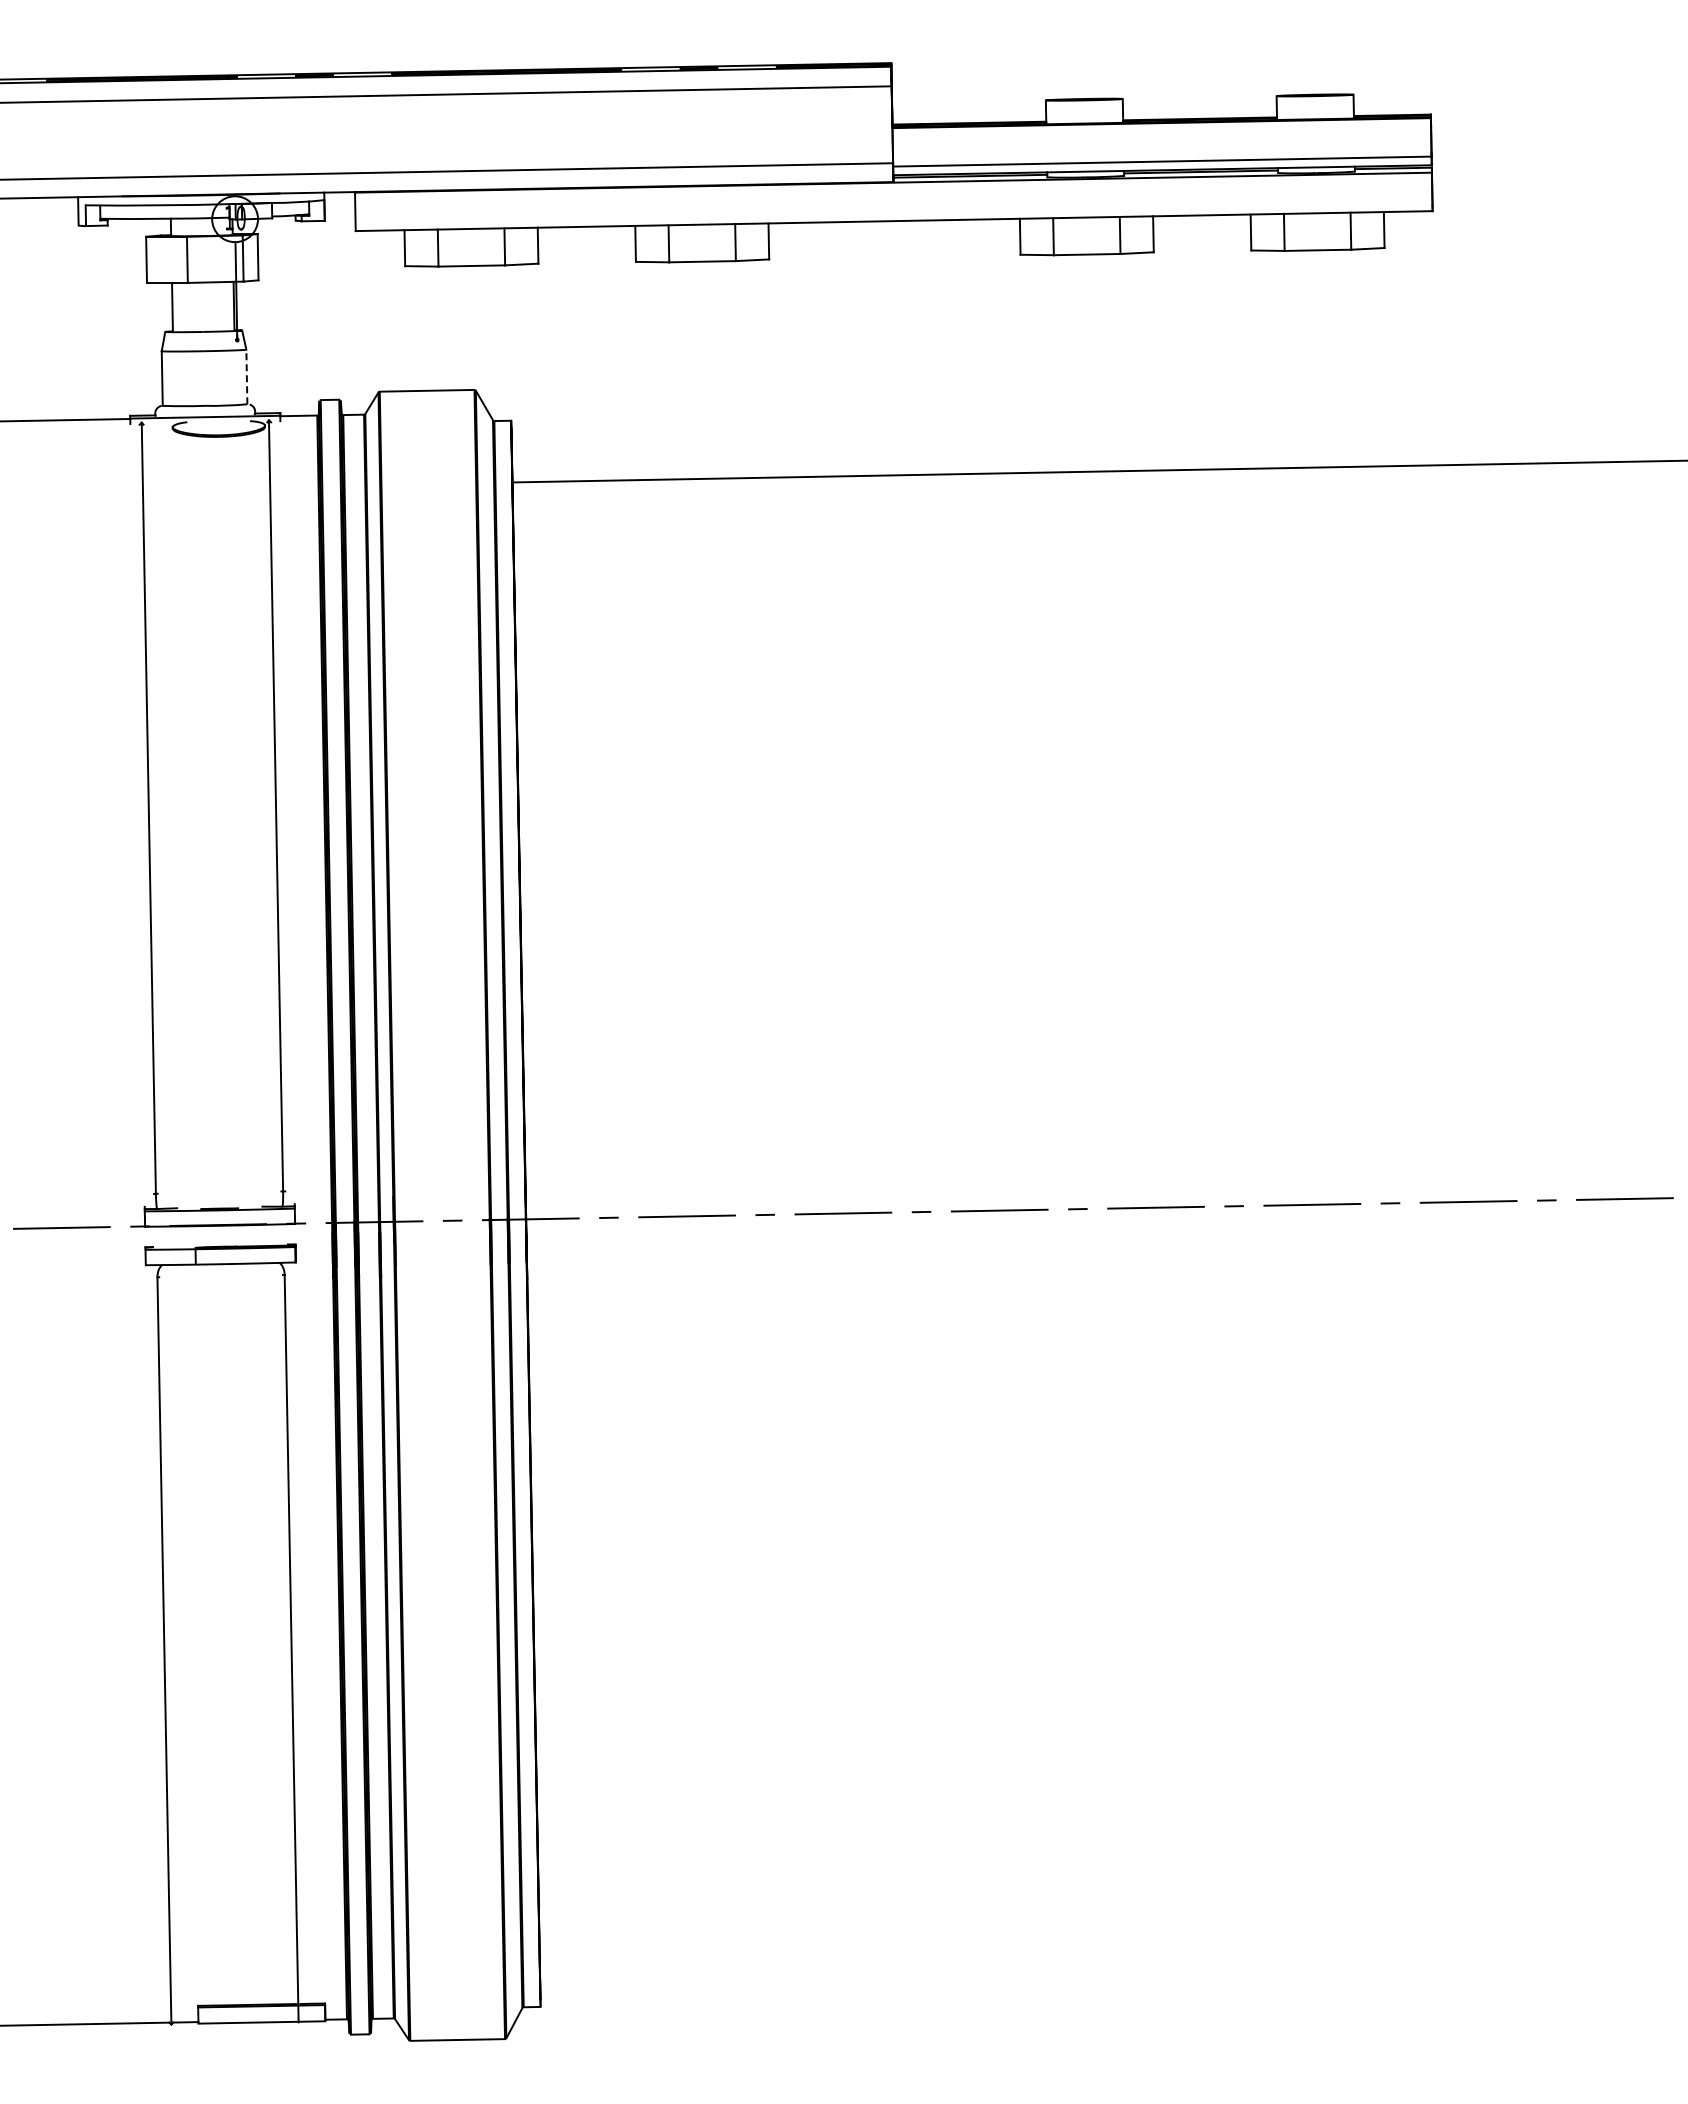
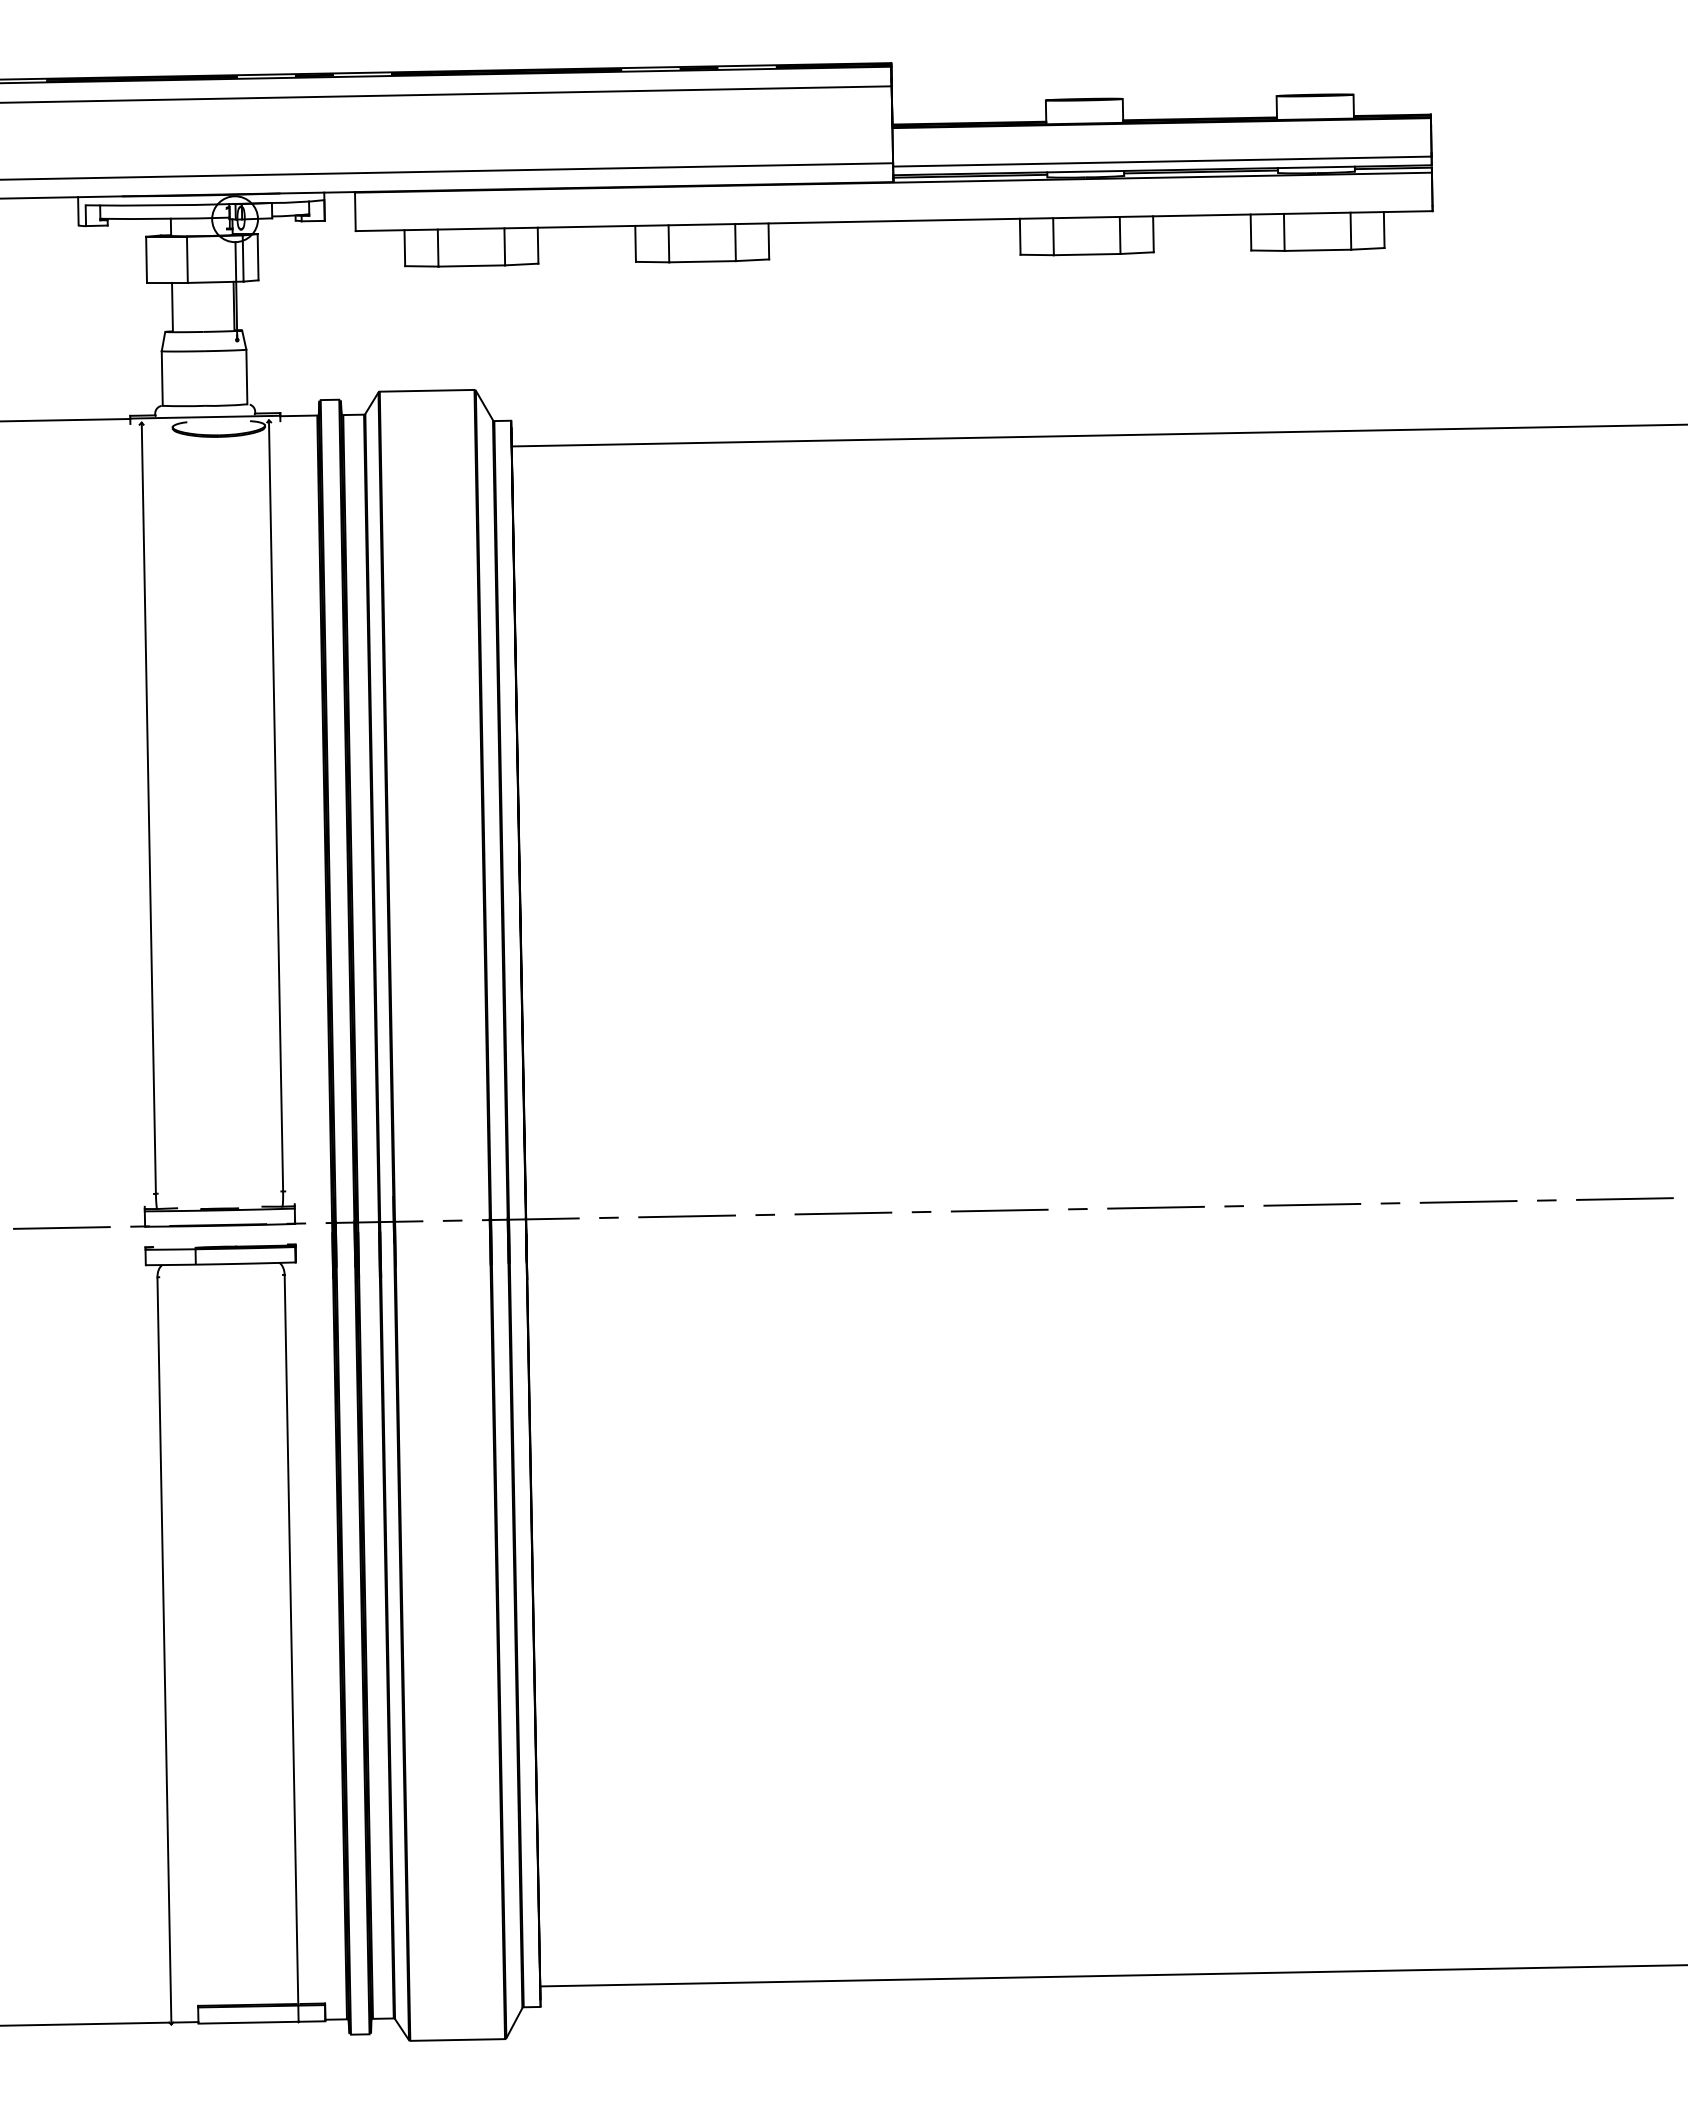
line at (246, 376): dashed -> solid
line at (1098, 471) position: (1098, 471) -> (1097, 435)
line at (1112, 1975): none -> present
